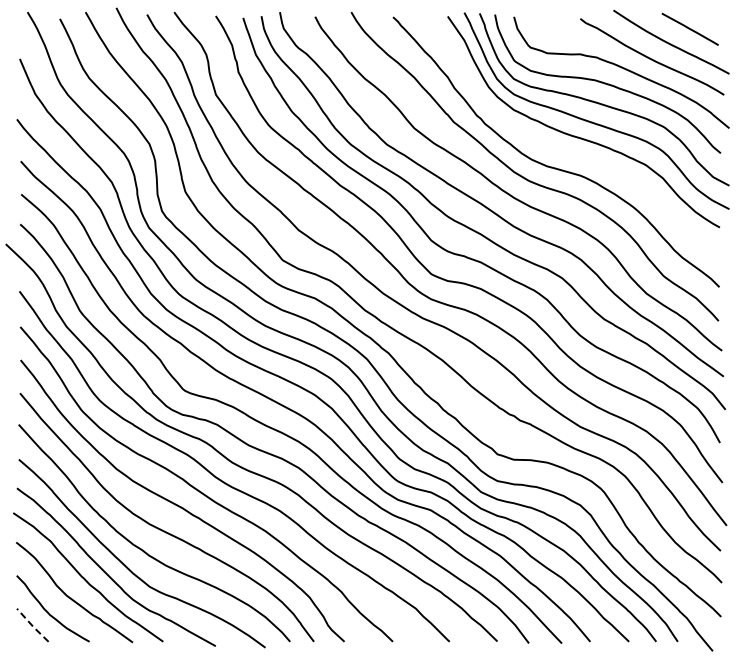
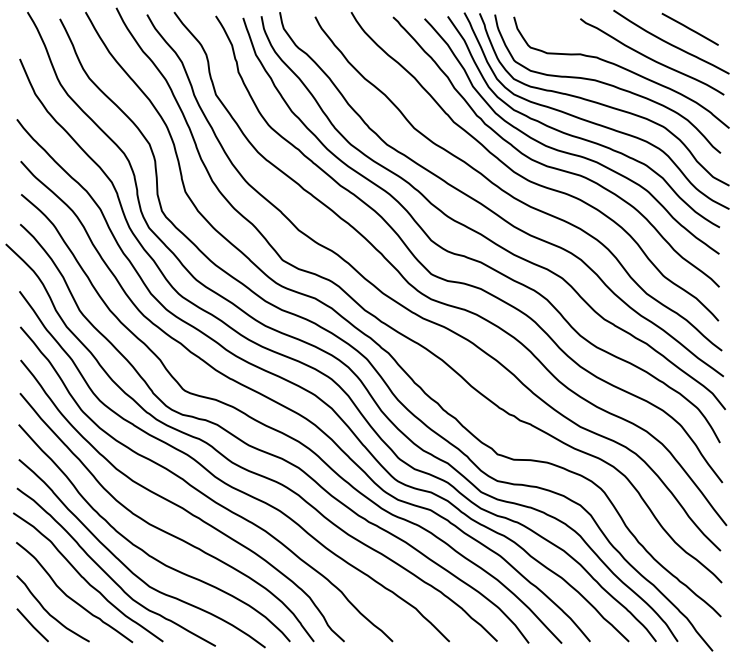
curve at (566, 151): none -> present
line at (32, 626): dashed -> solid
